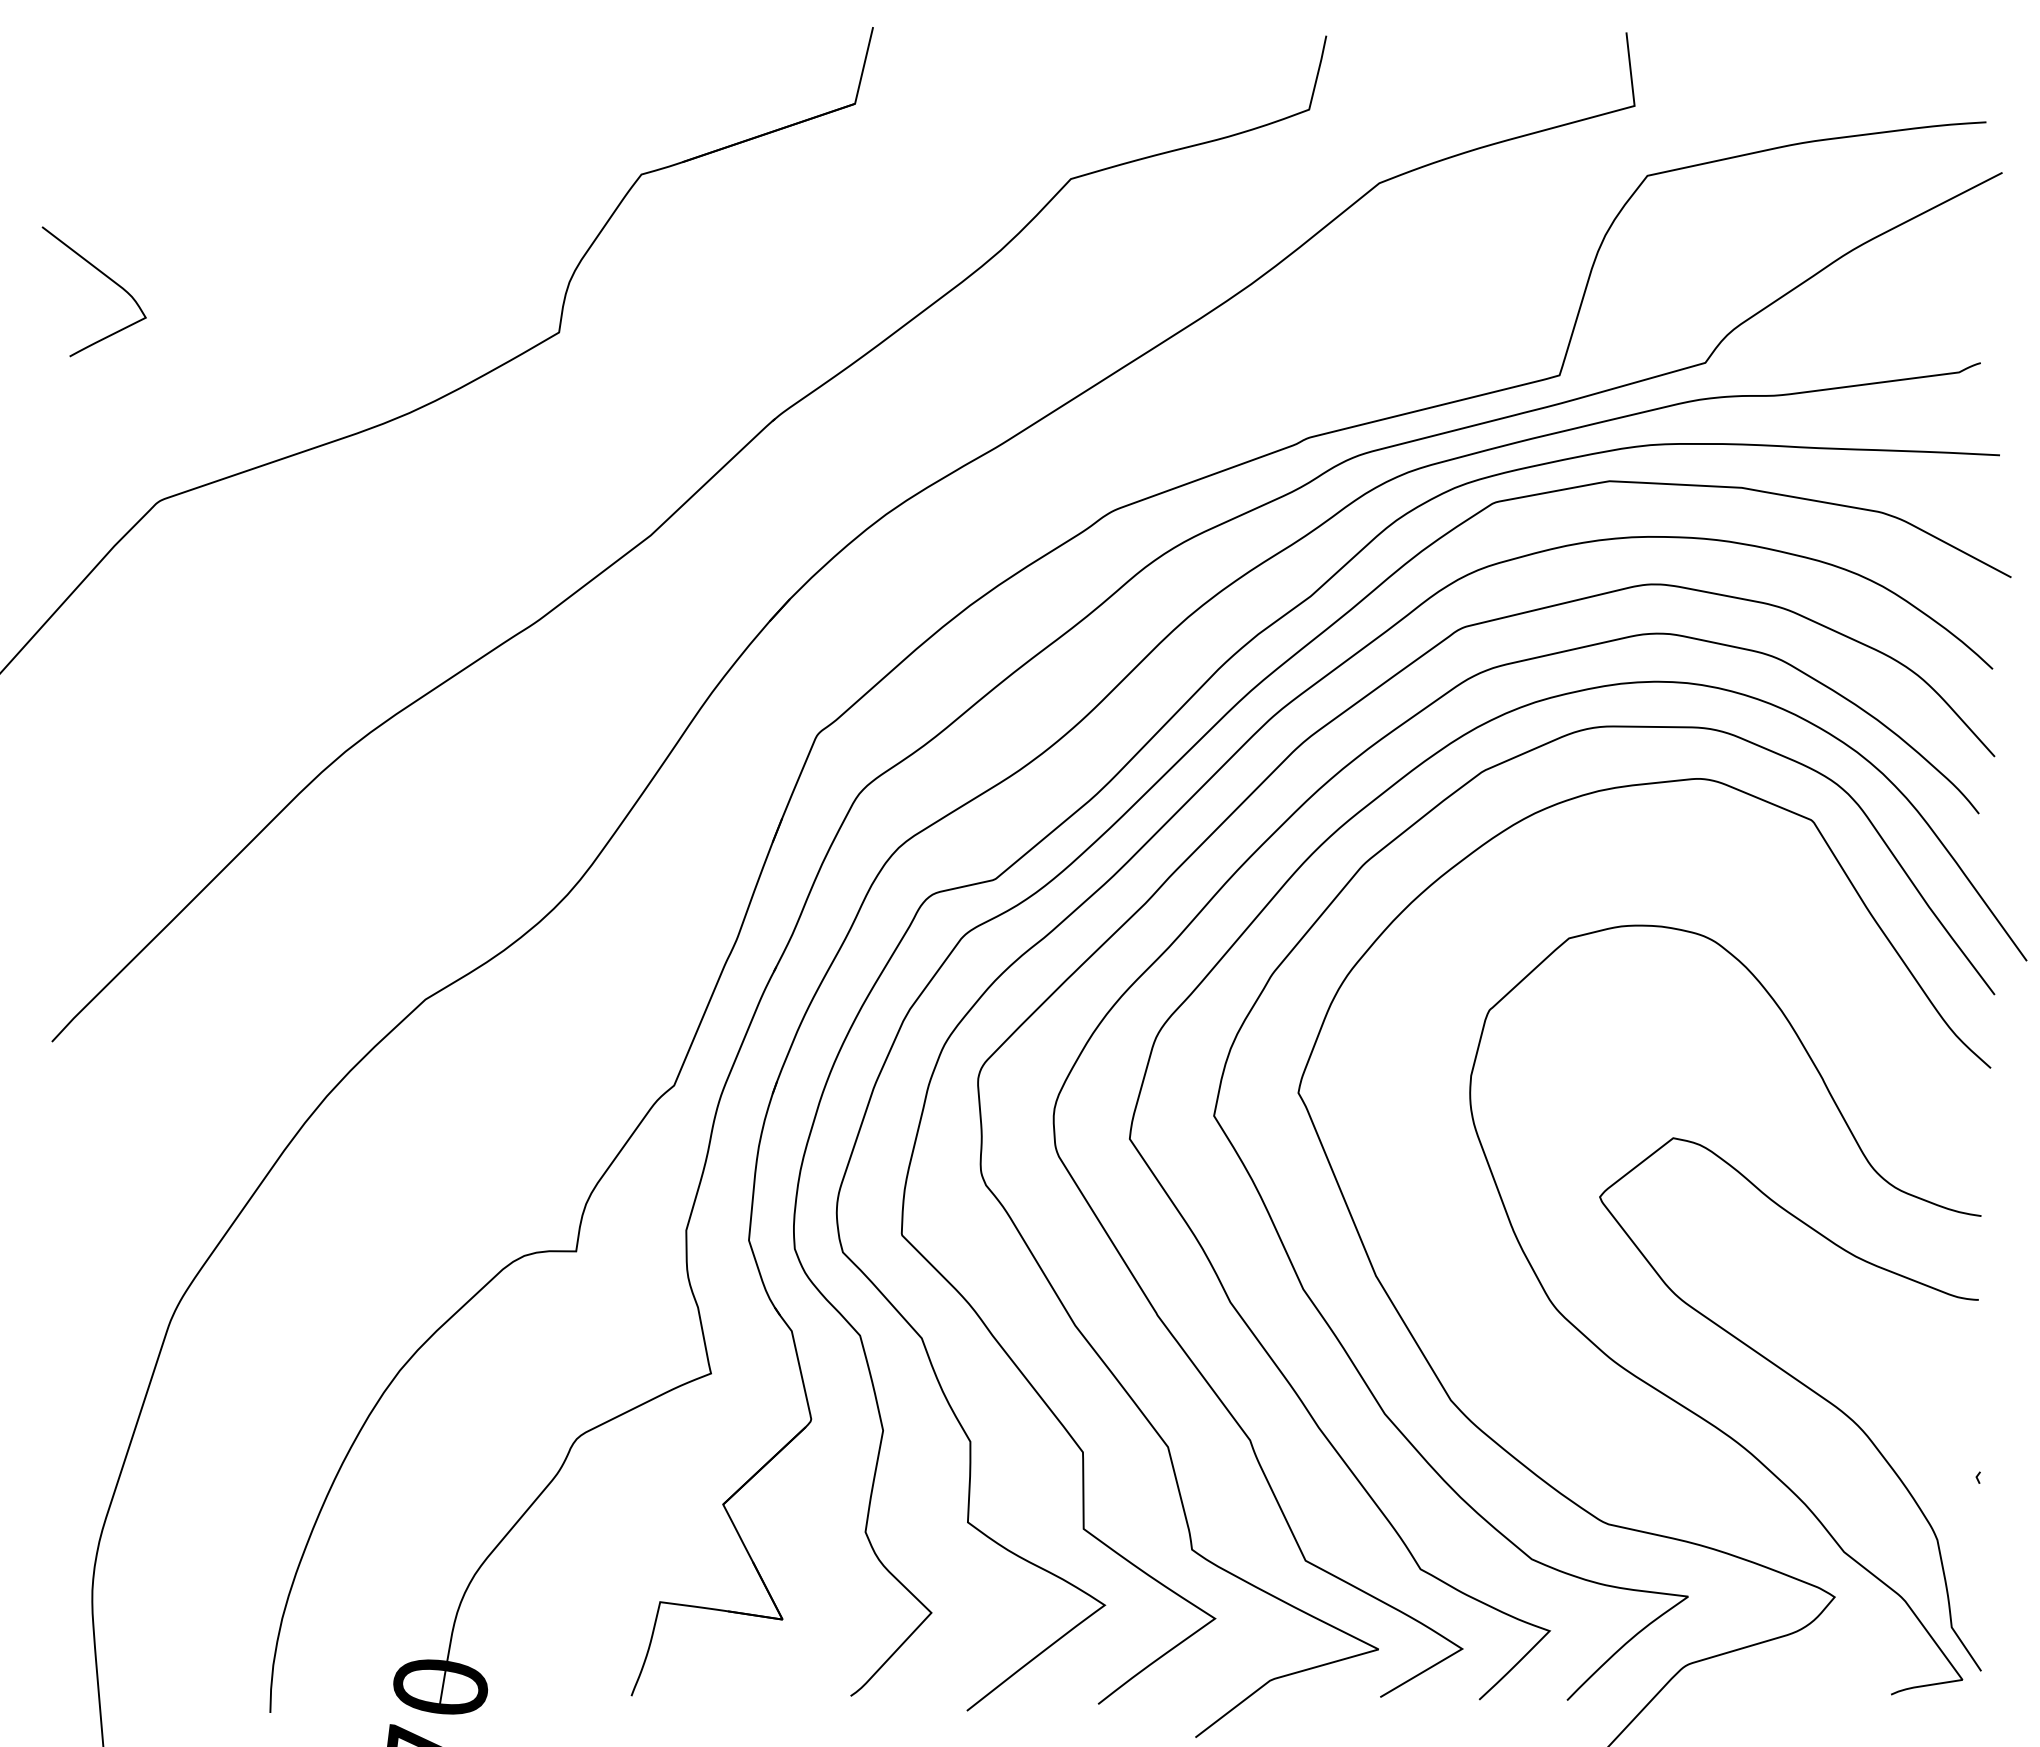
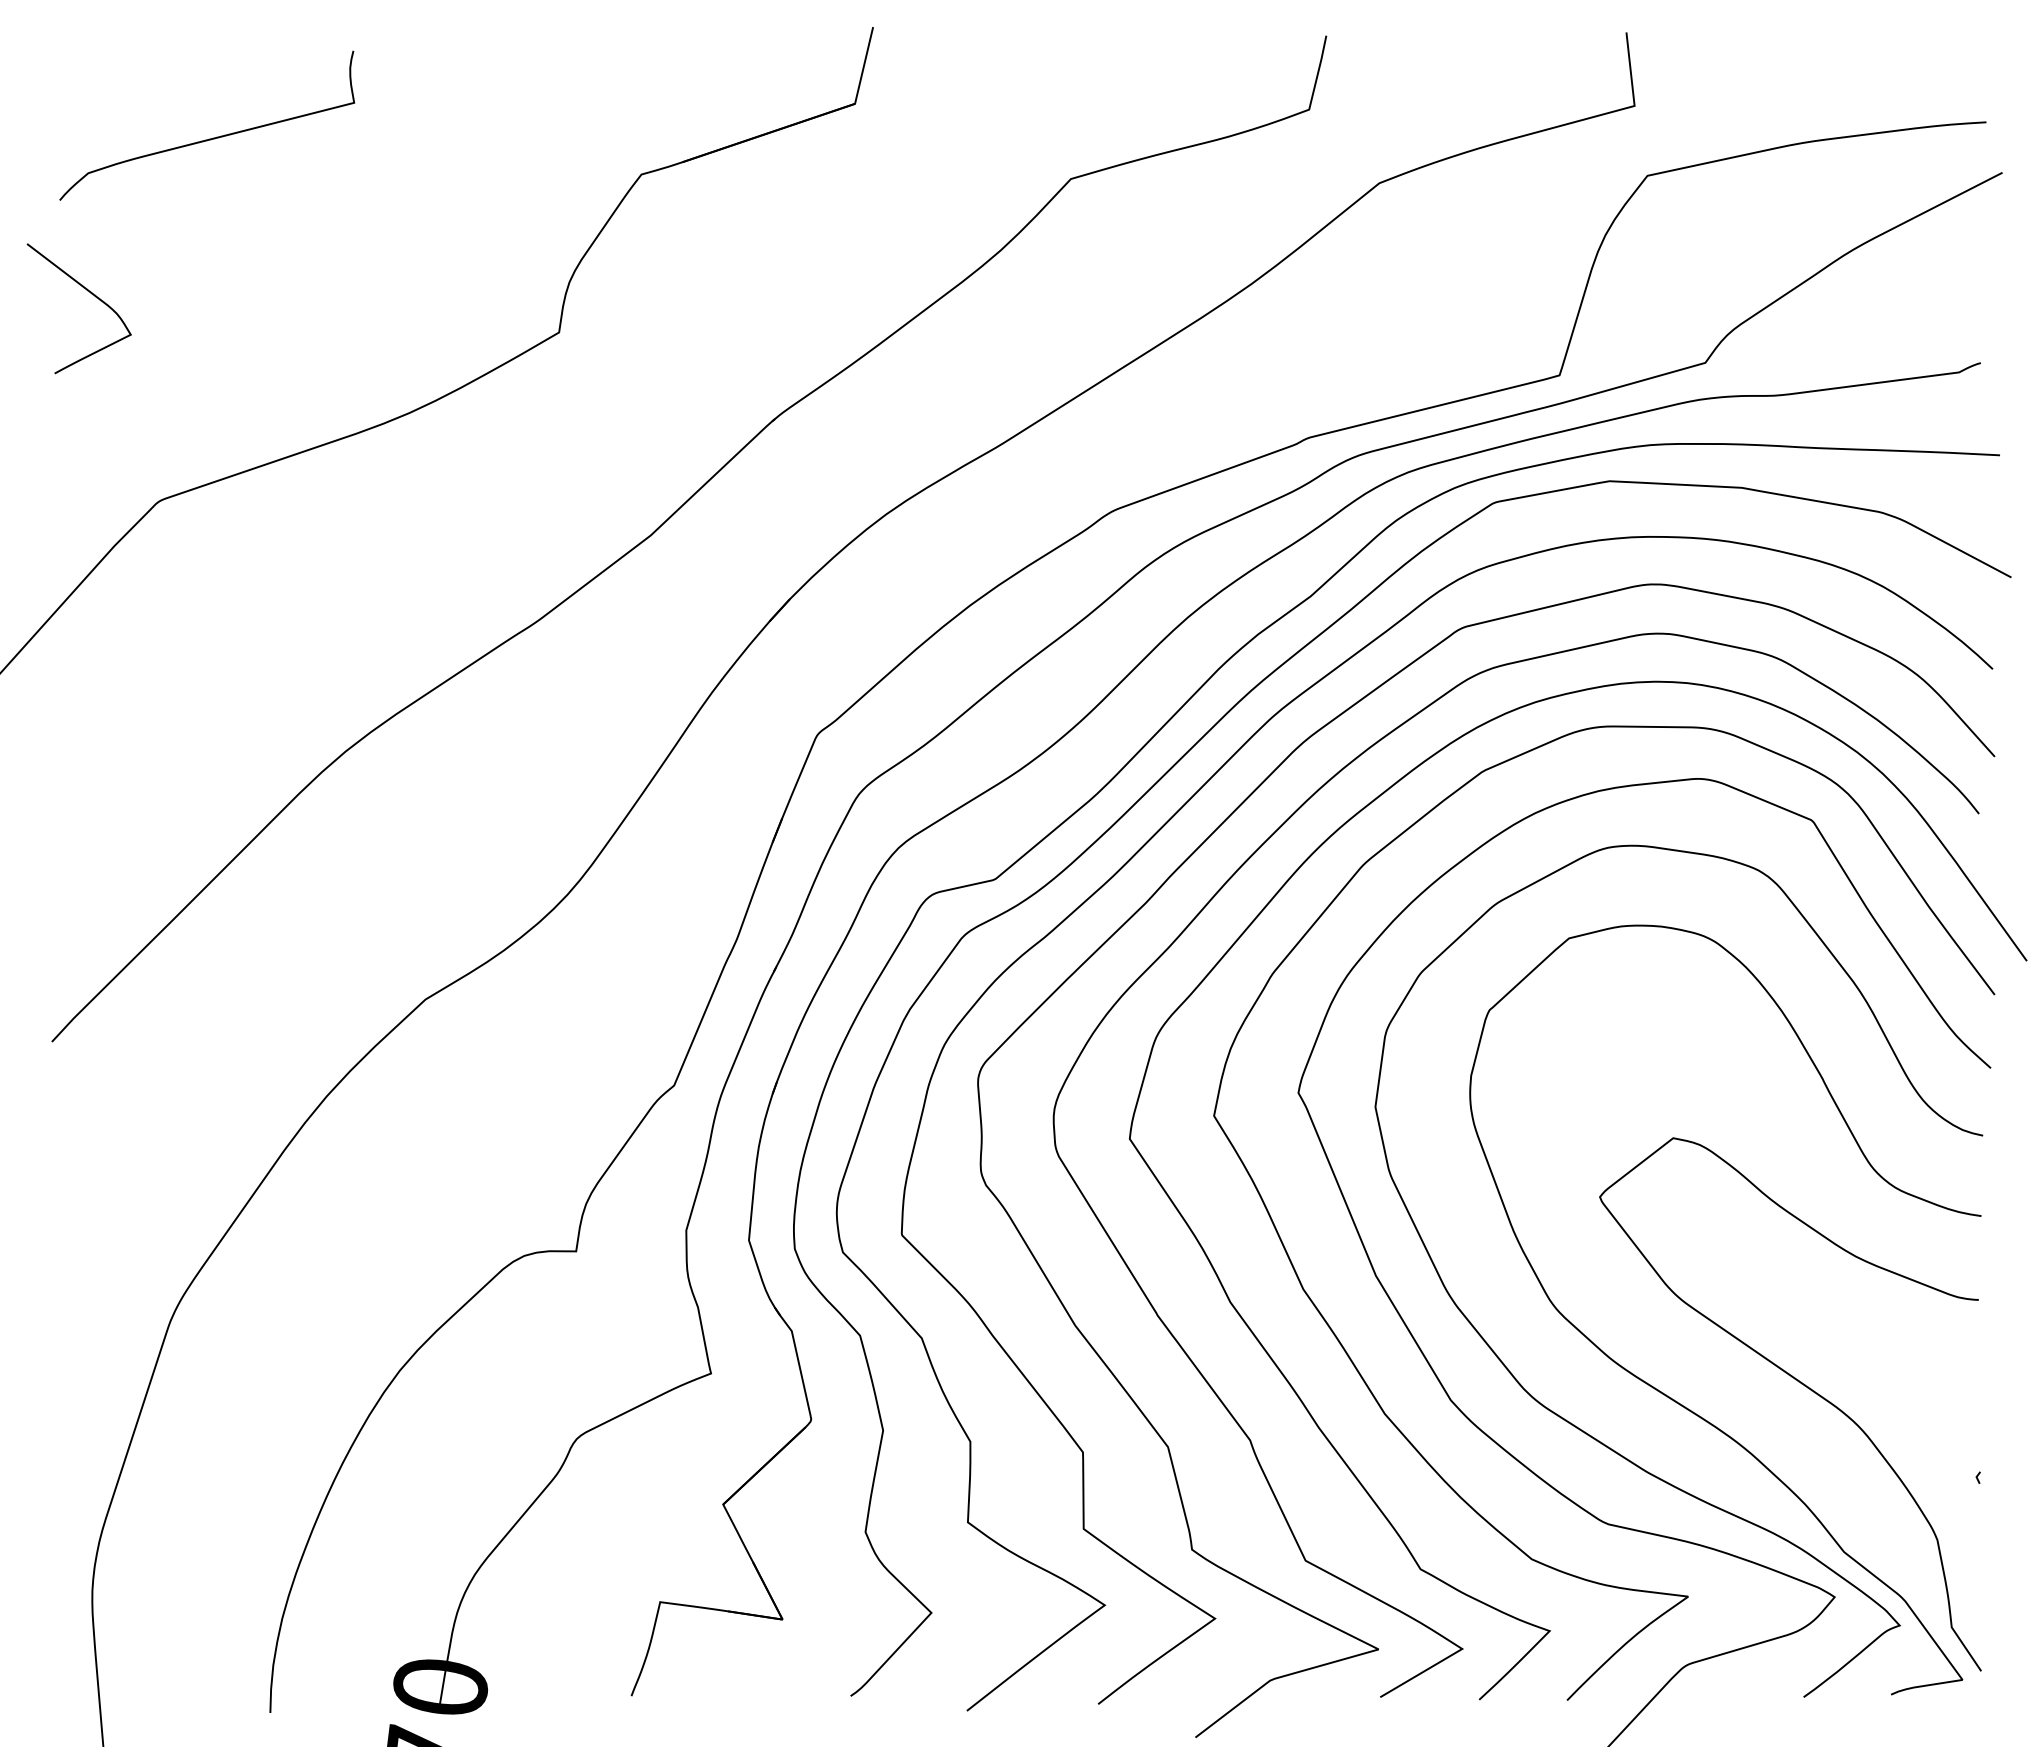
curve at (209, 138): none -> present
curve at (106, 277) position: (106, 277) -> (91, 294)
curve at (1574, 1424): none -> present
